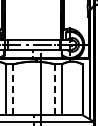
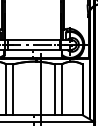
line at (54, 89): dashed -> solid
line at (13, 90): dashed -> solid
